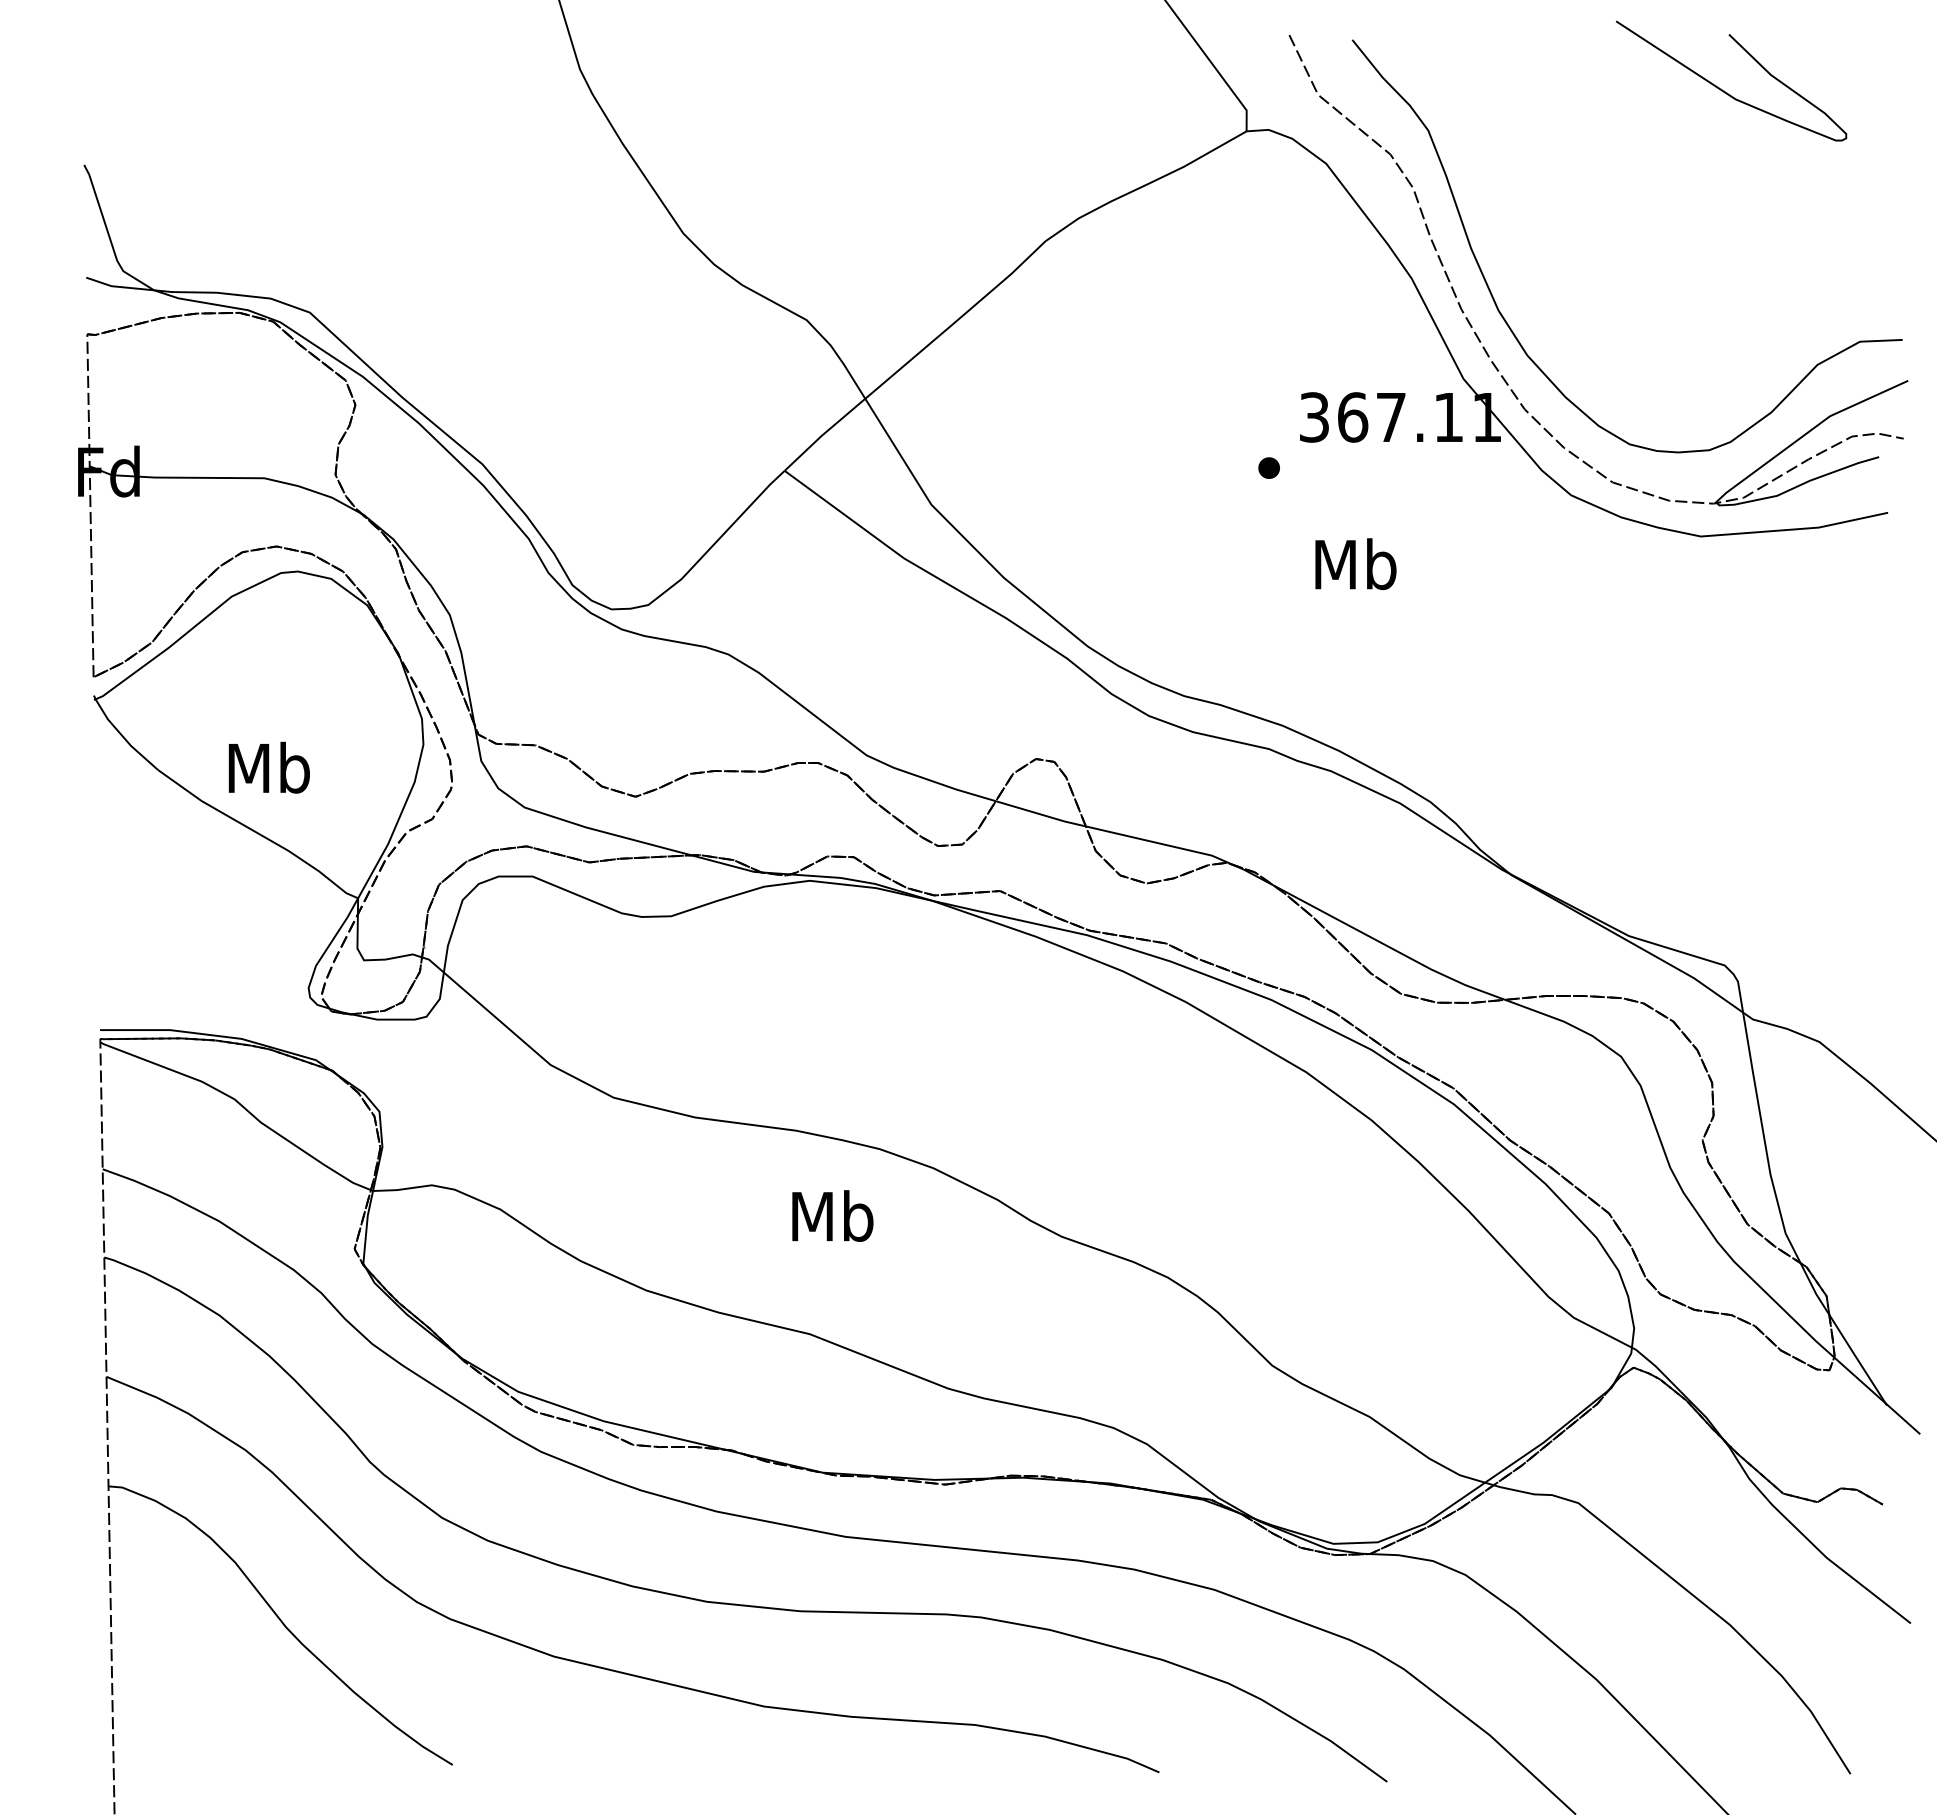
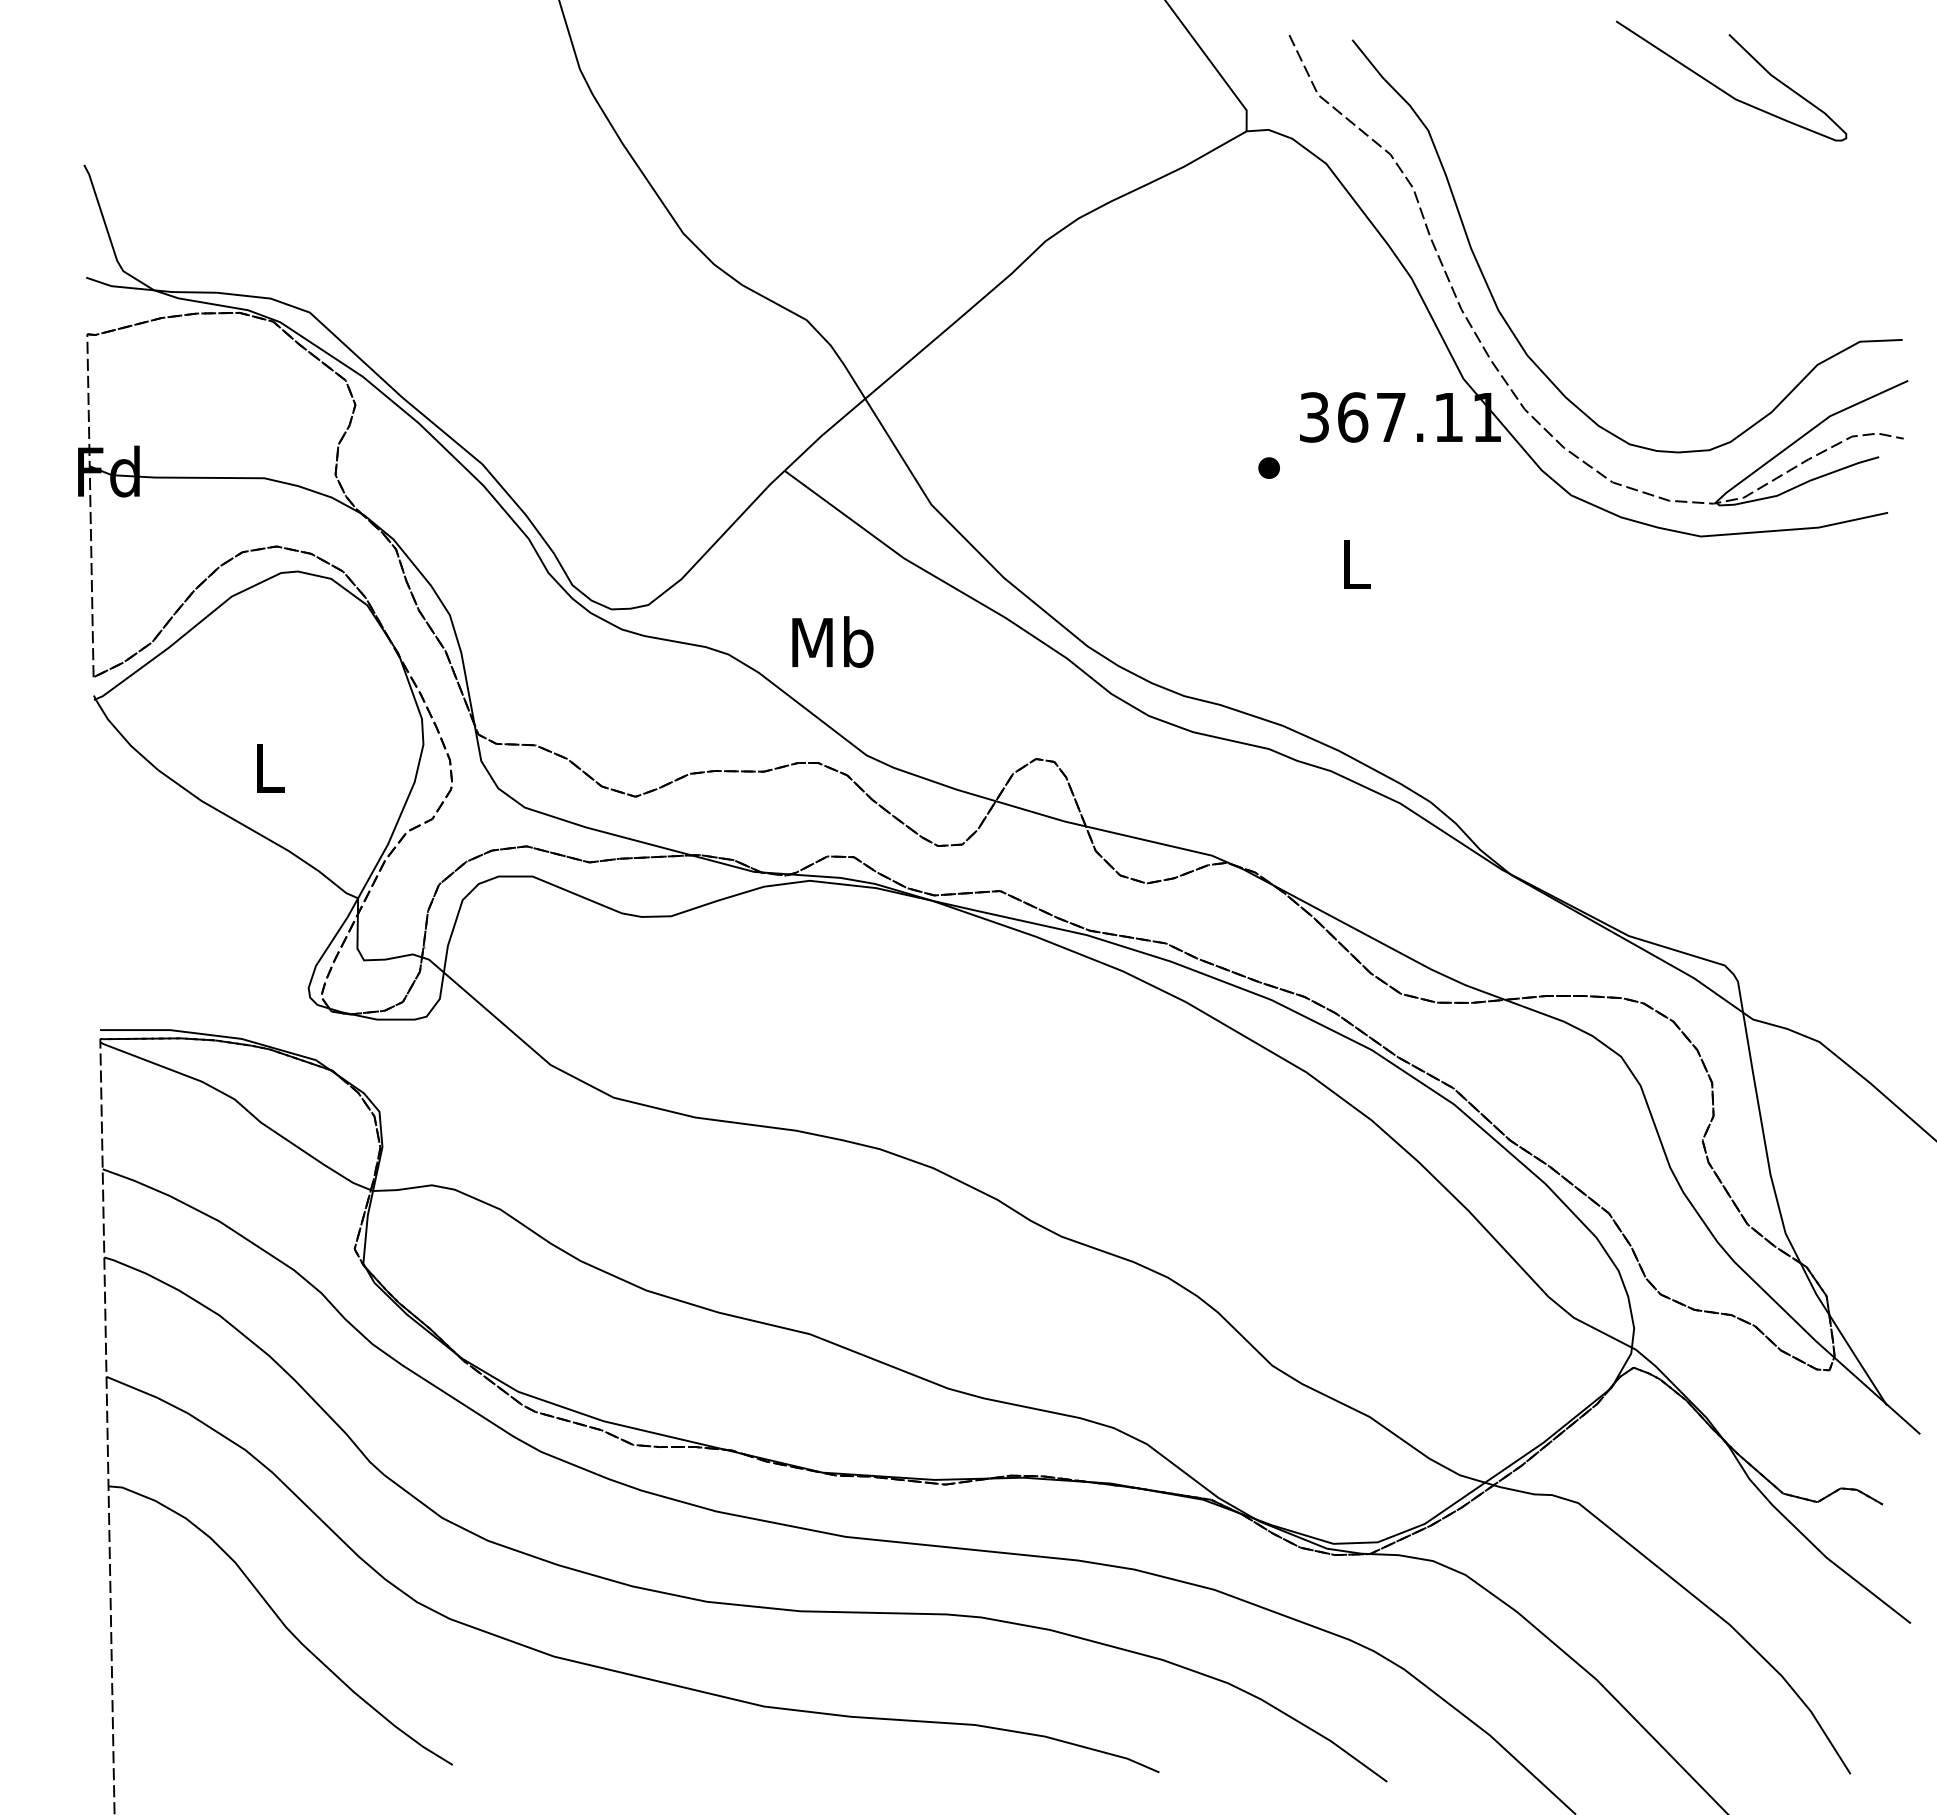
text at (1355, 564): Mb -> L
text at (268, 767): Mb -> L
text at (832, 1215) position: (832, 1215) -> (832, 641)
